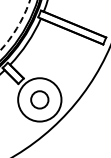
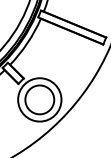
circle at (14, 25): dashed -> solid
circle at (39, 99) diameter: 17 px -> 29 px
